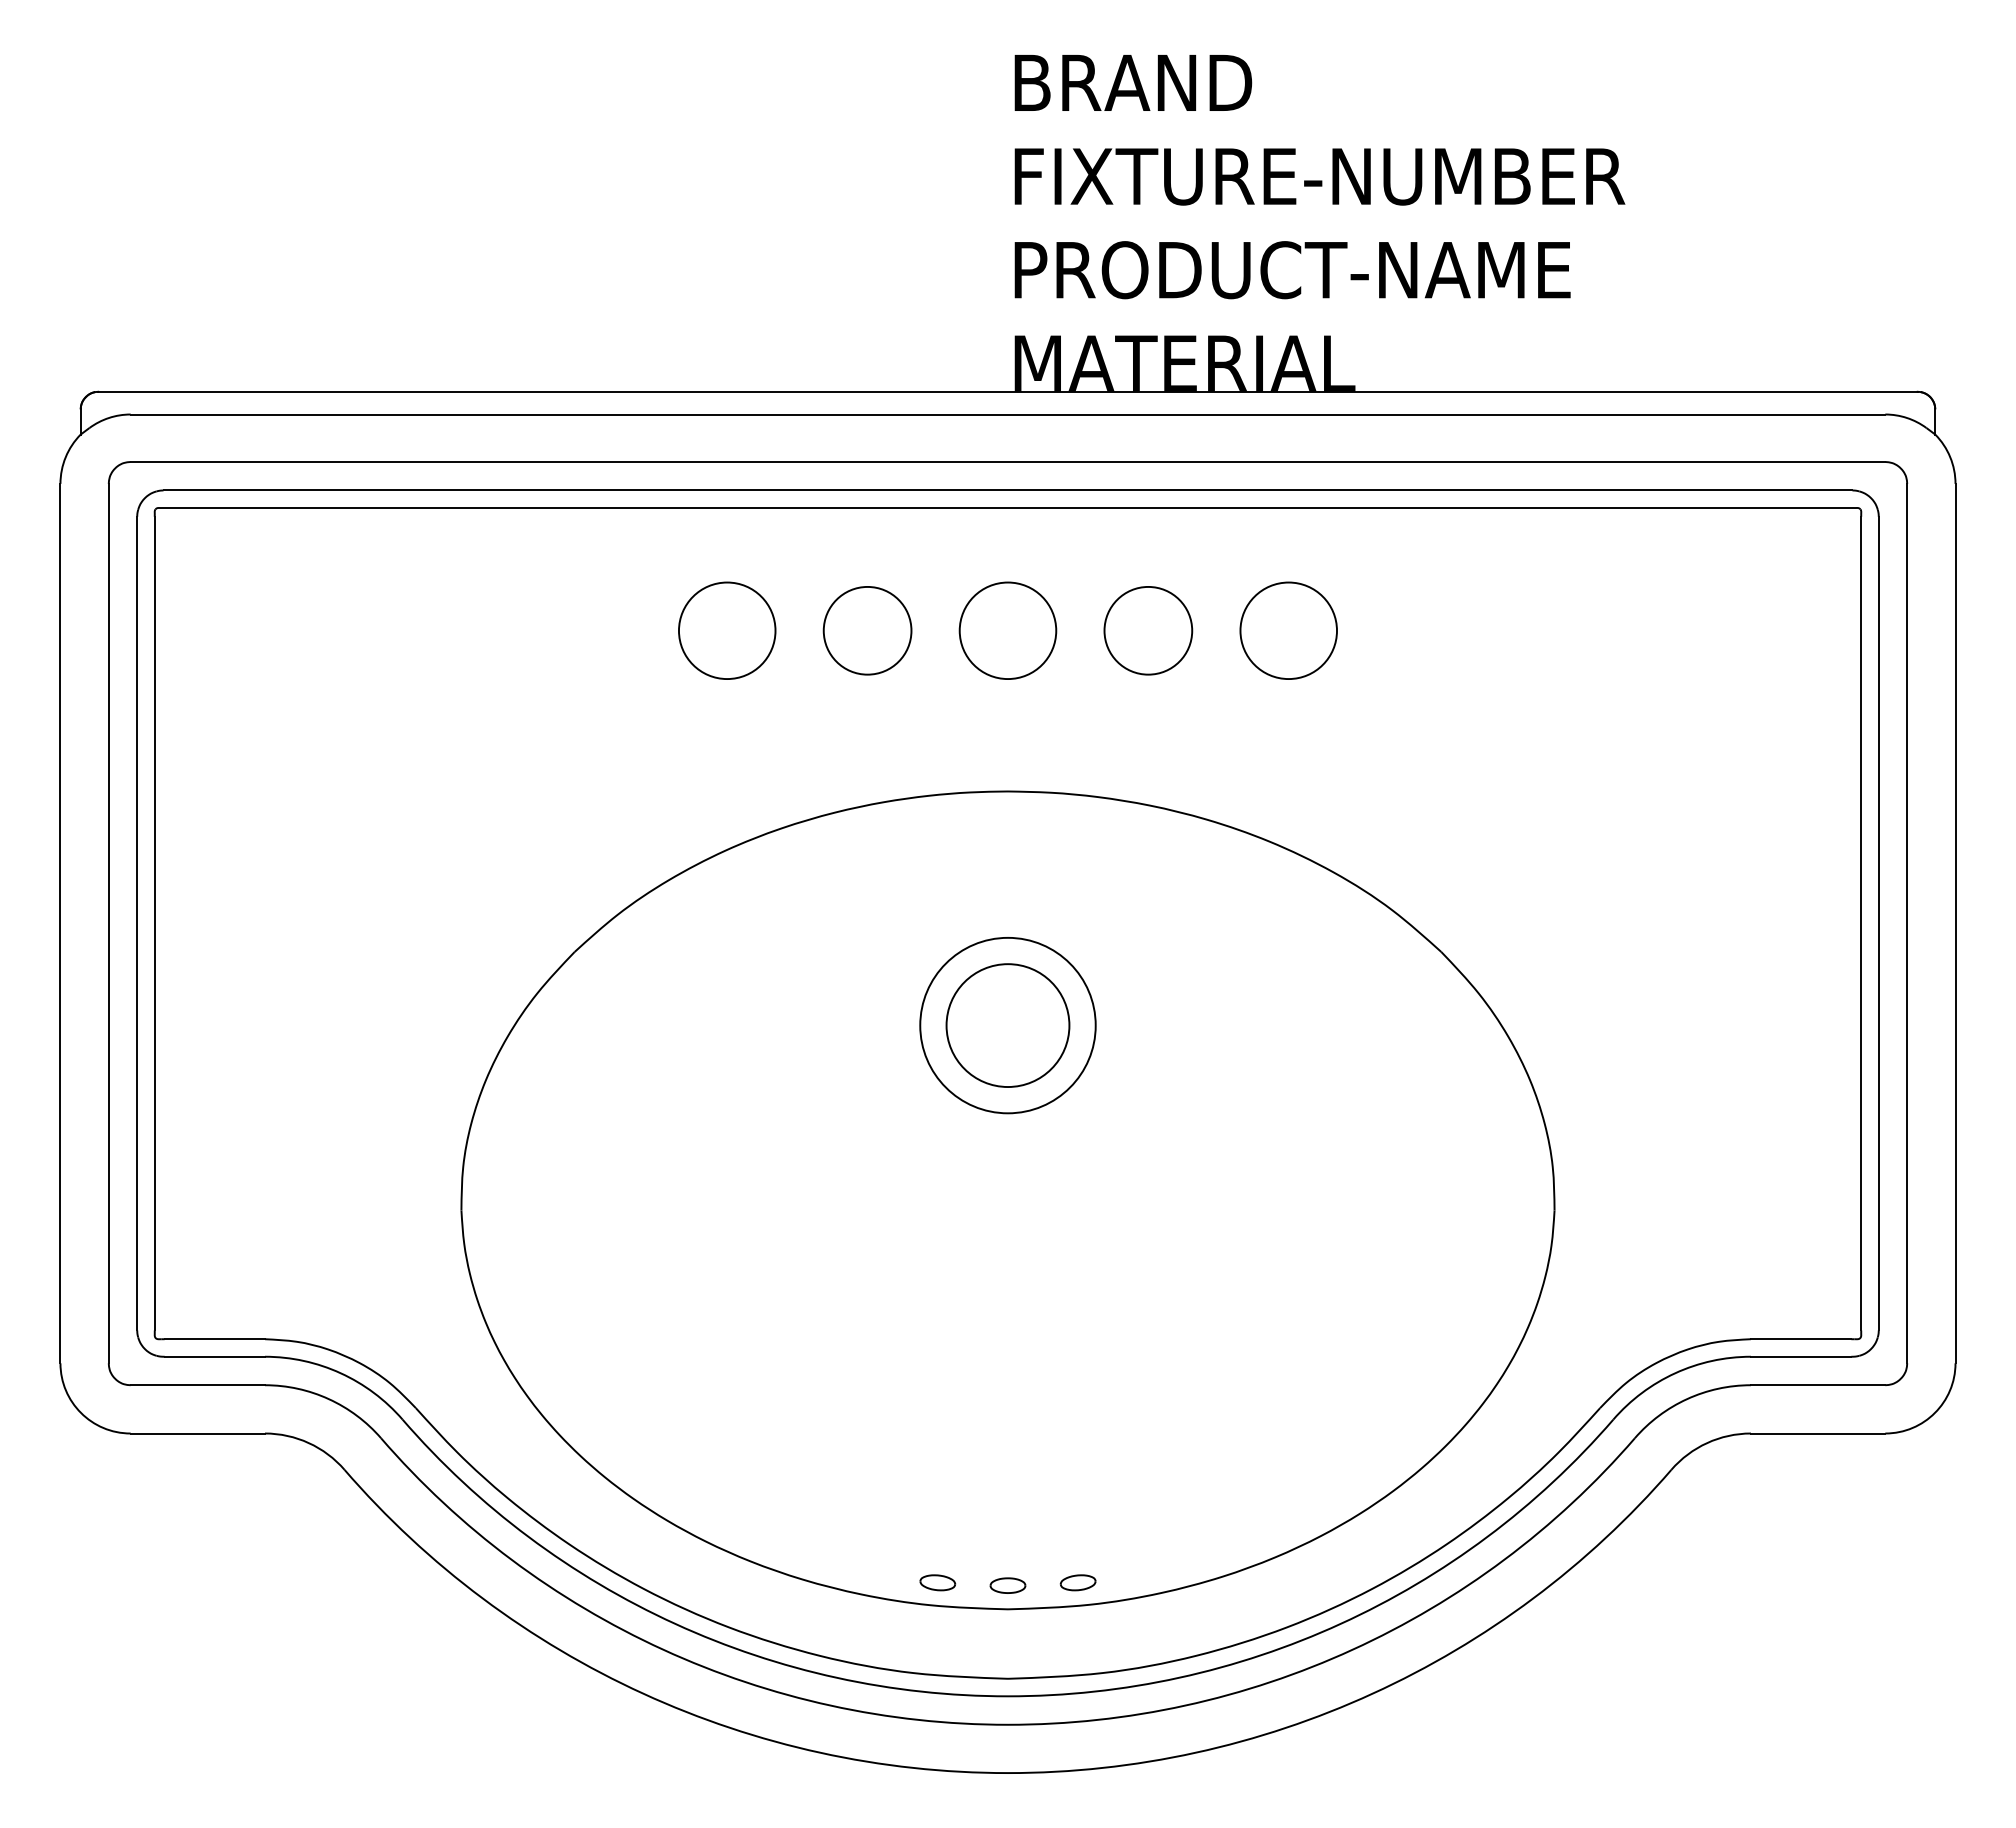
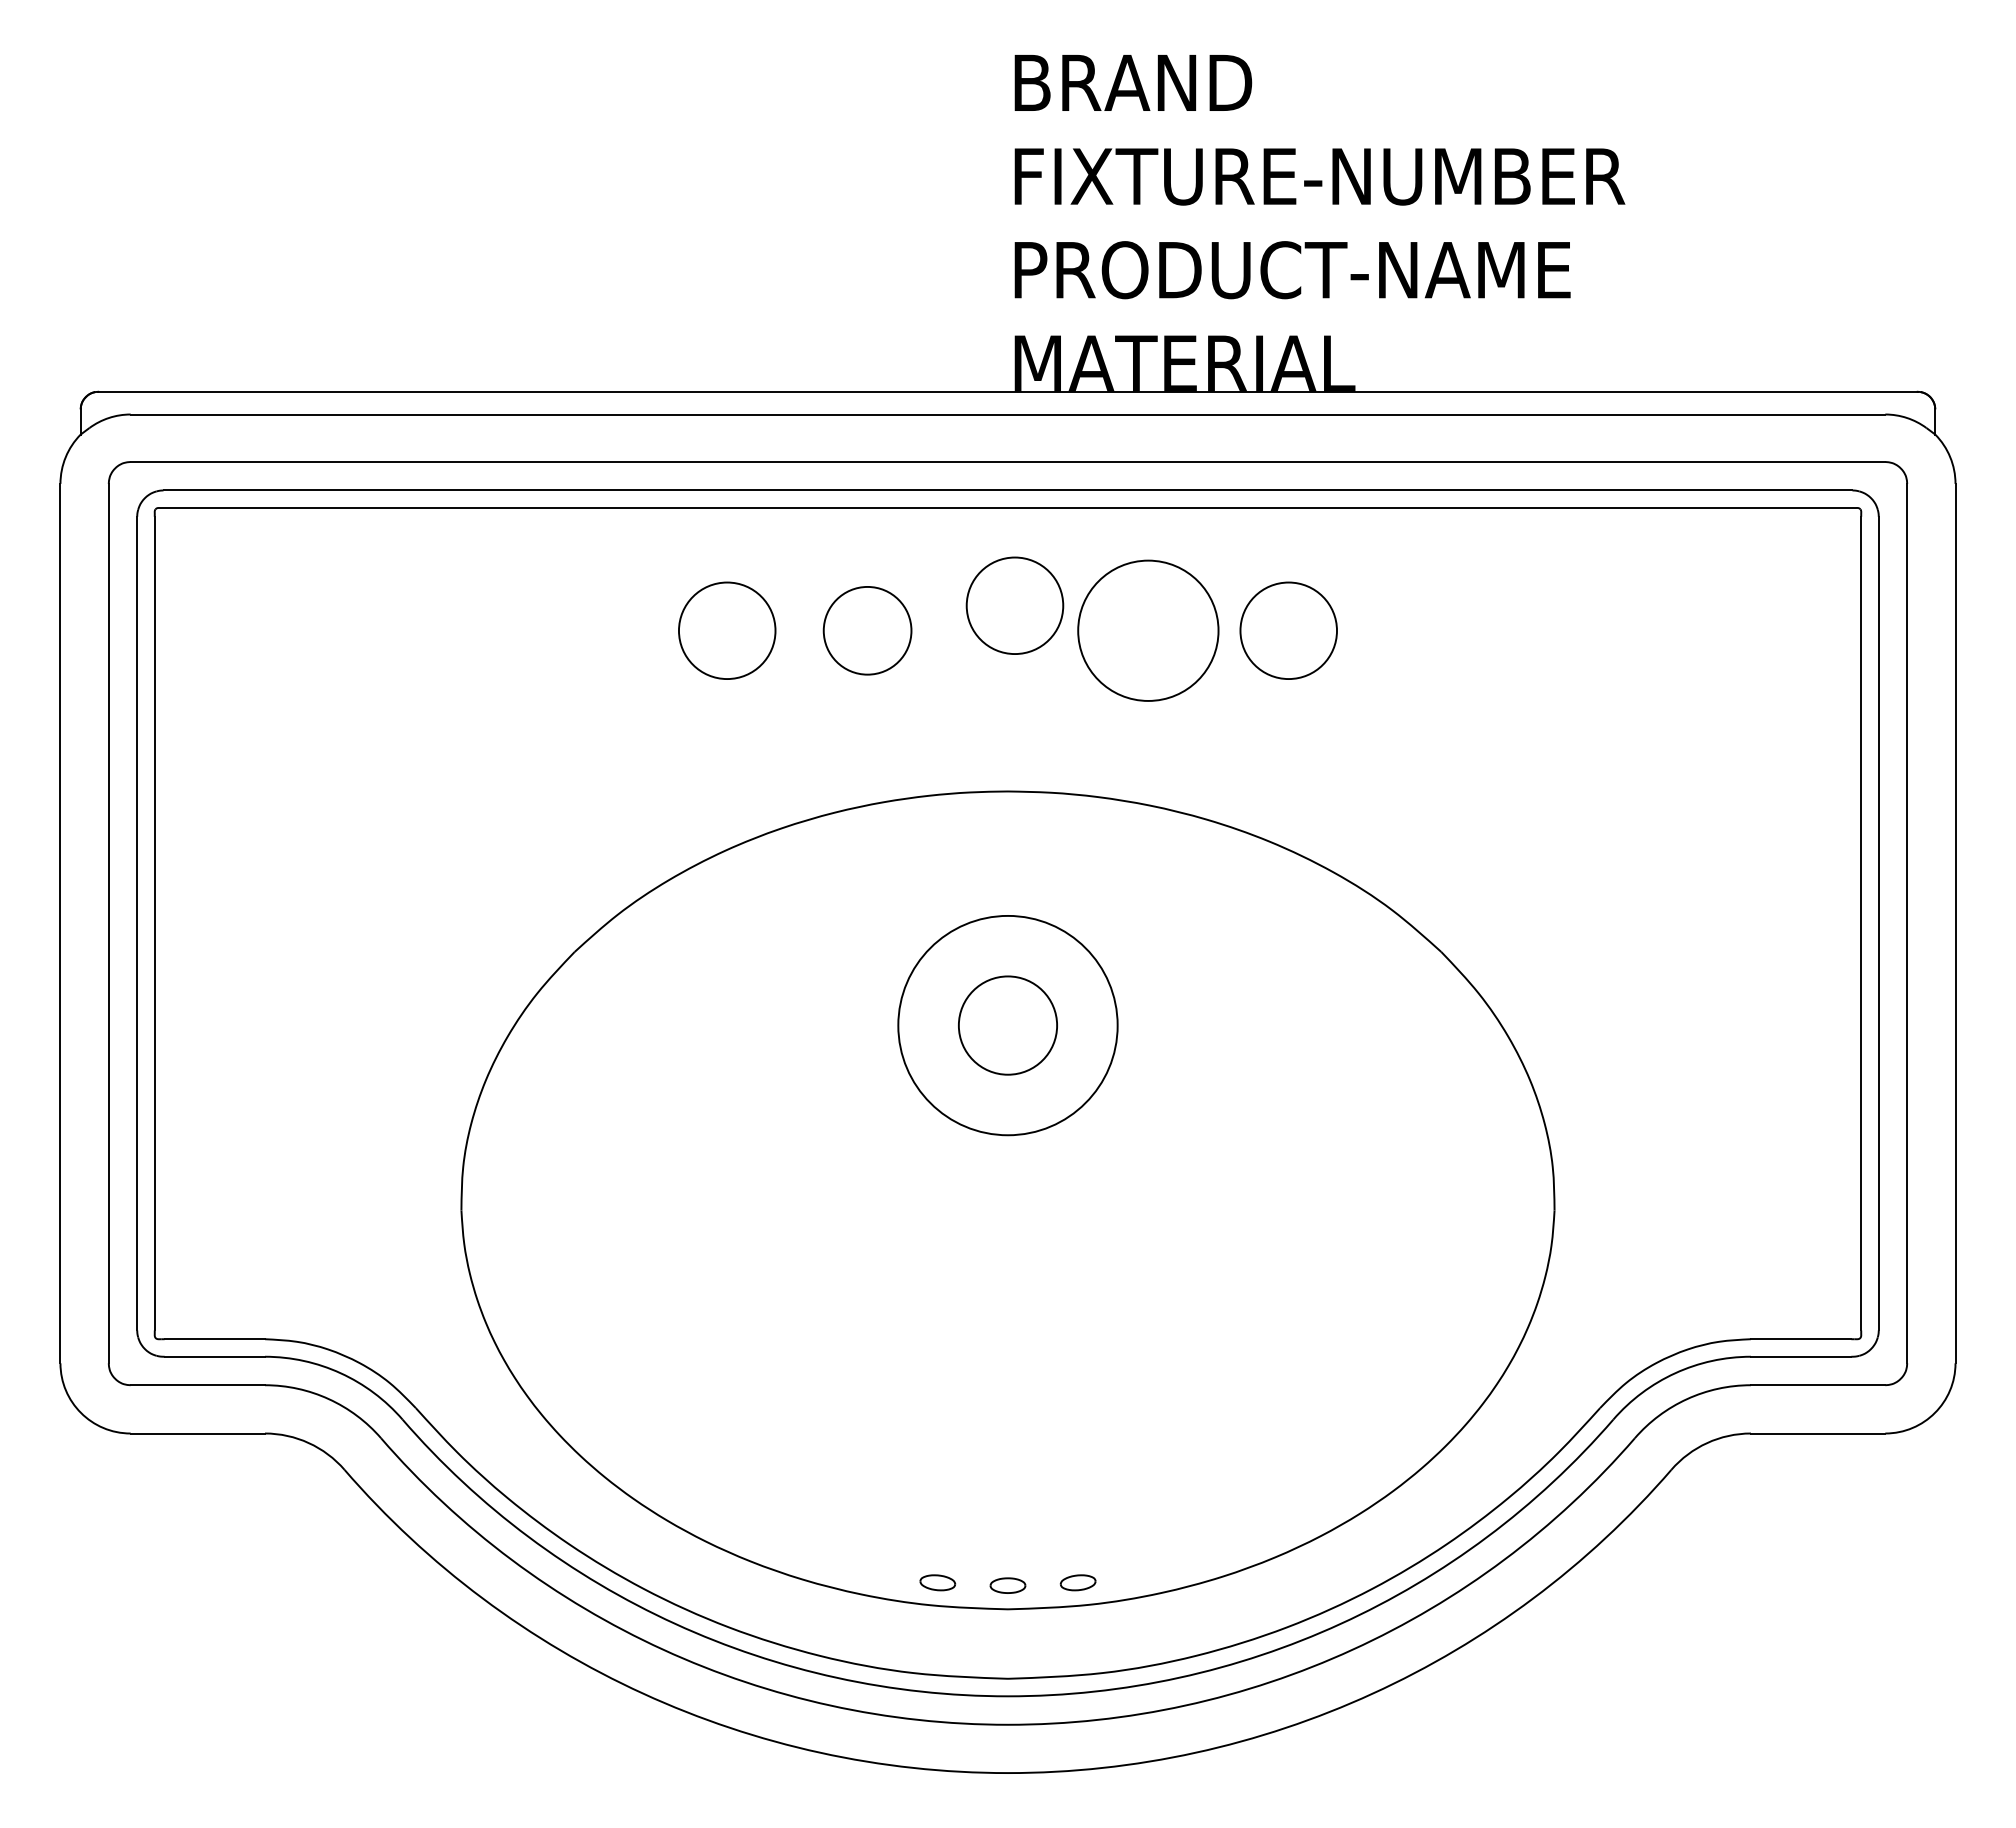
circle at (1007, 630) position: (1007, 630) -> (1014, 605)
circle at (1148, 630) diameter: 88 px -> 140 px
circle at (1007, 1025) diameter: 123 px -> 98 px
circle at (1007, 1025) diameter: 175 px -> 219 px
